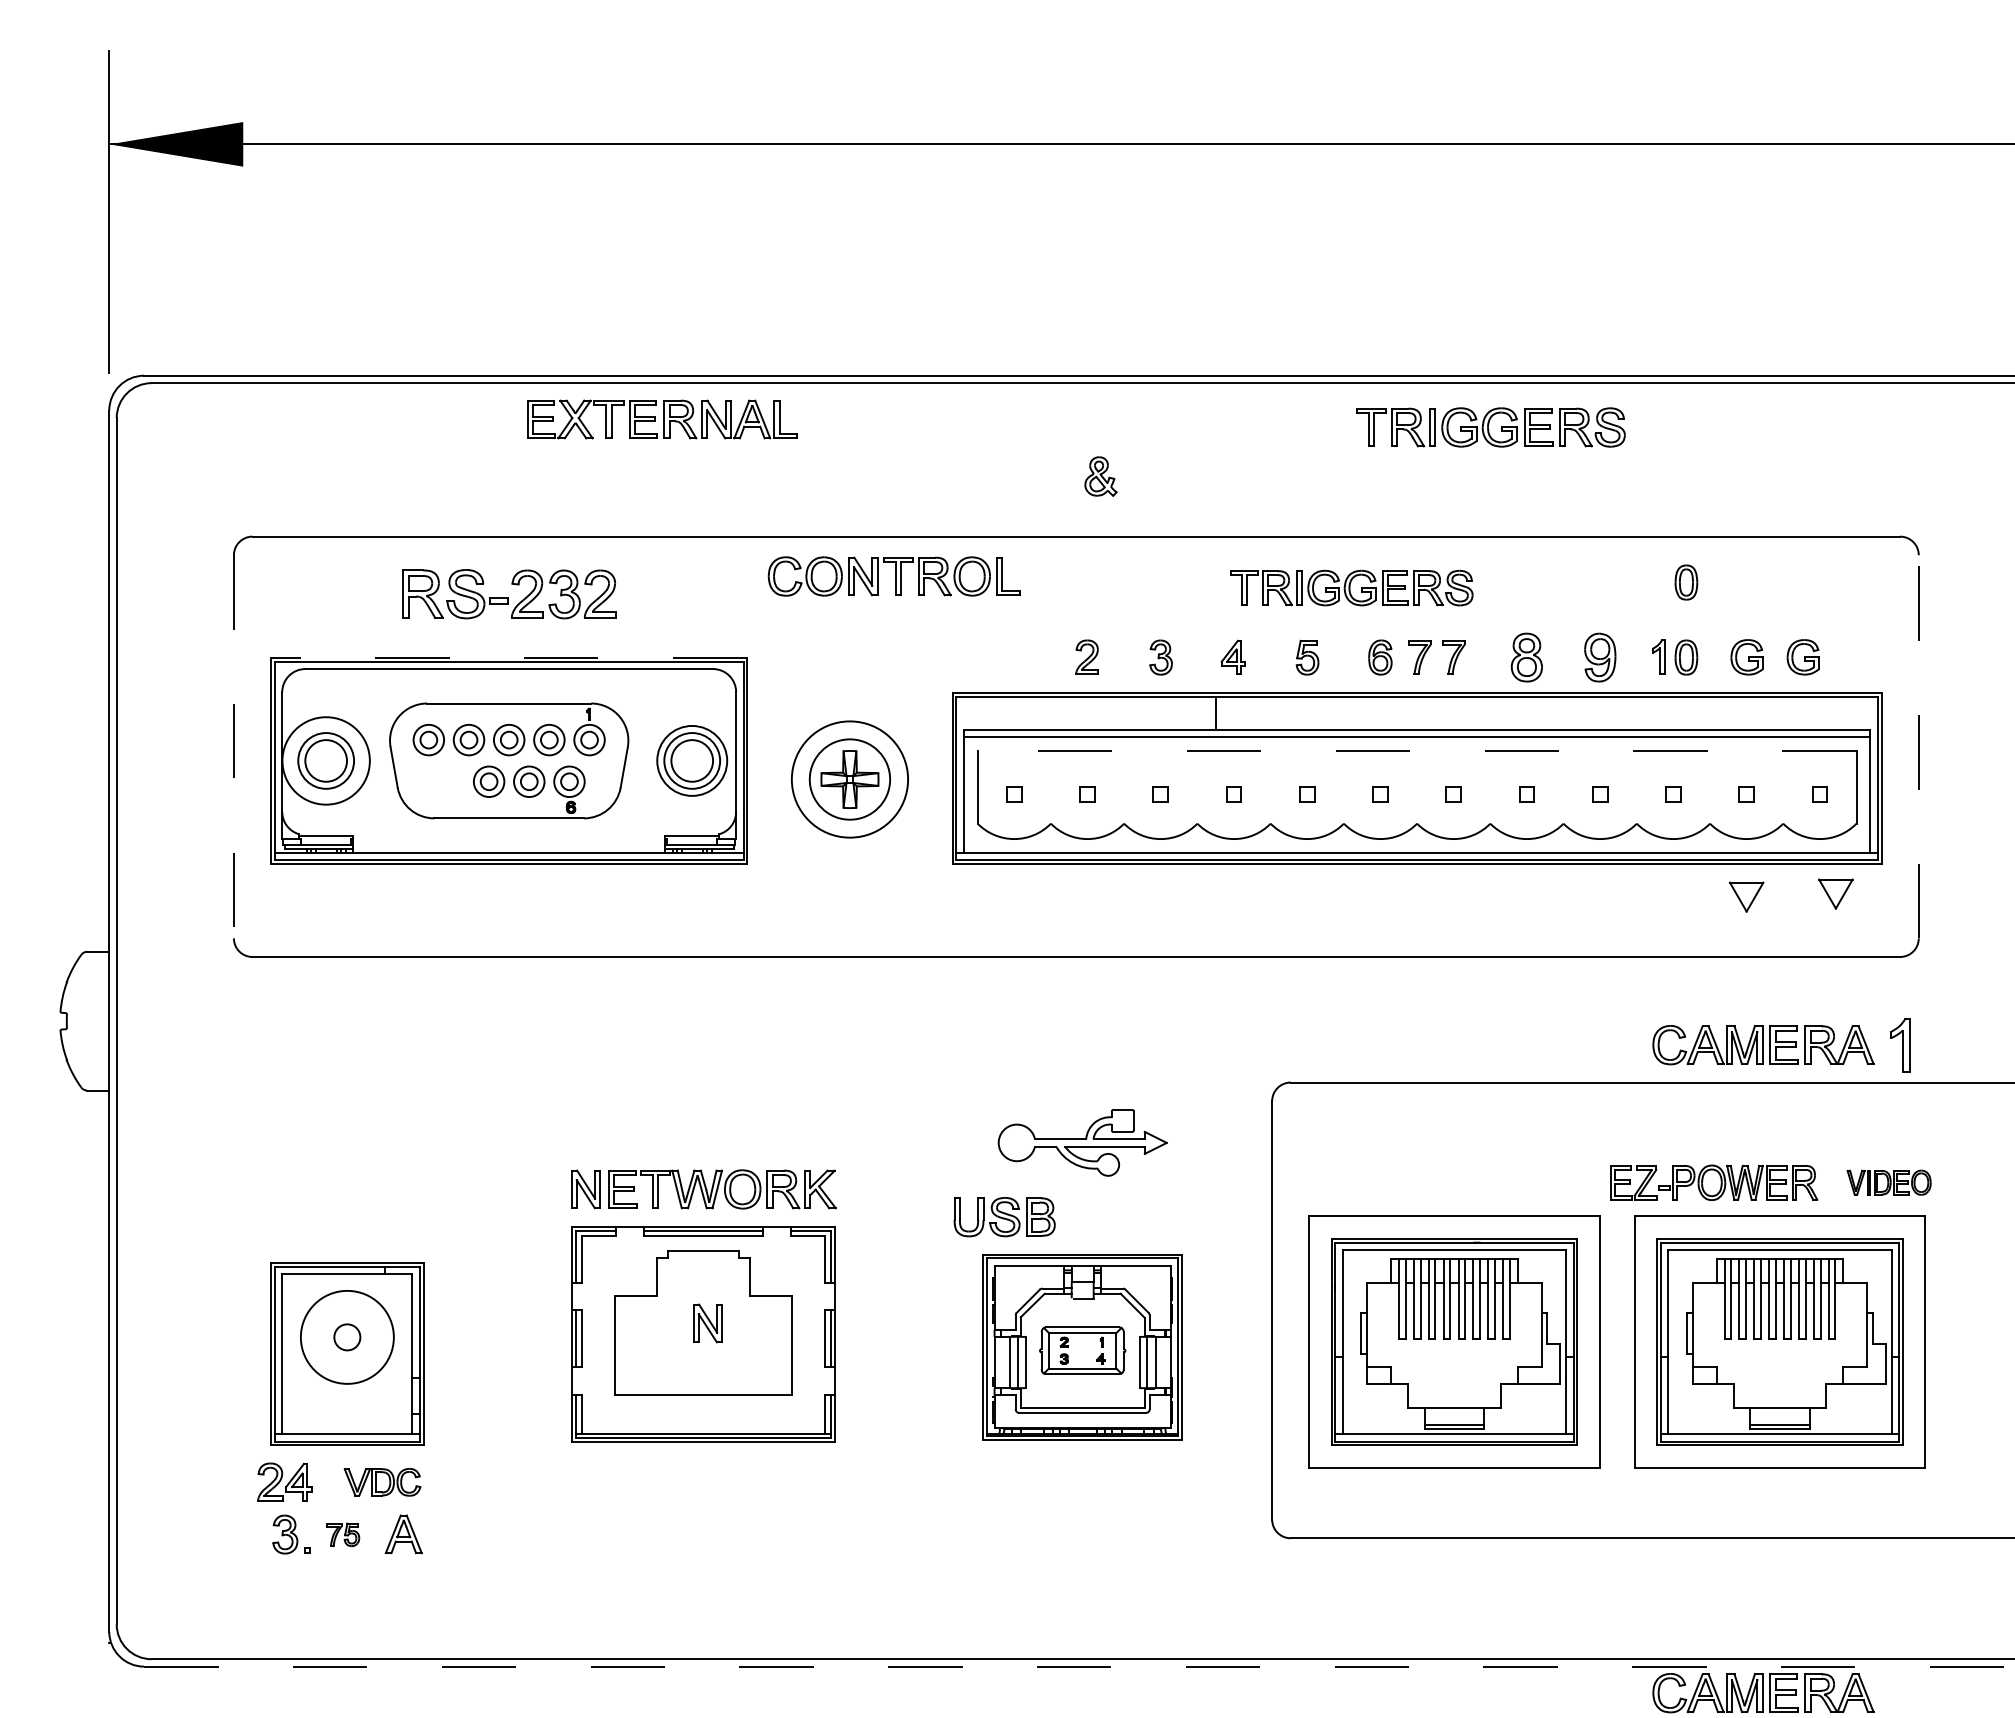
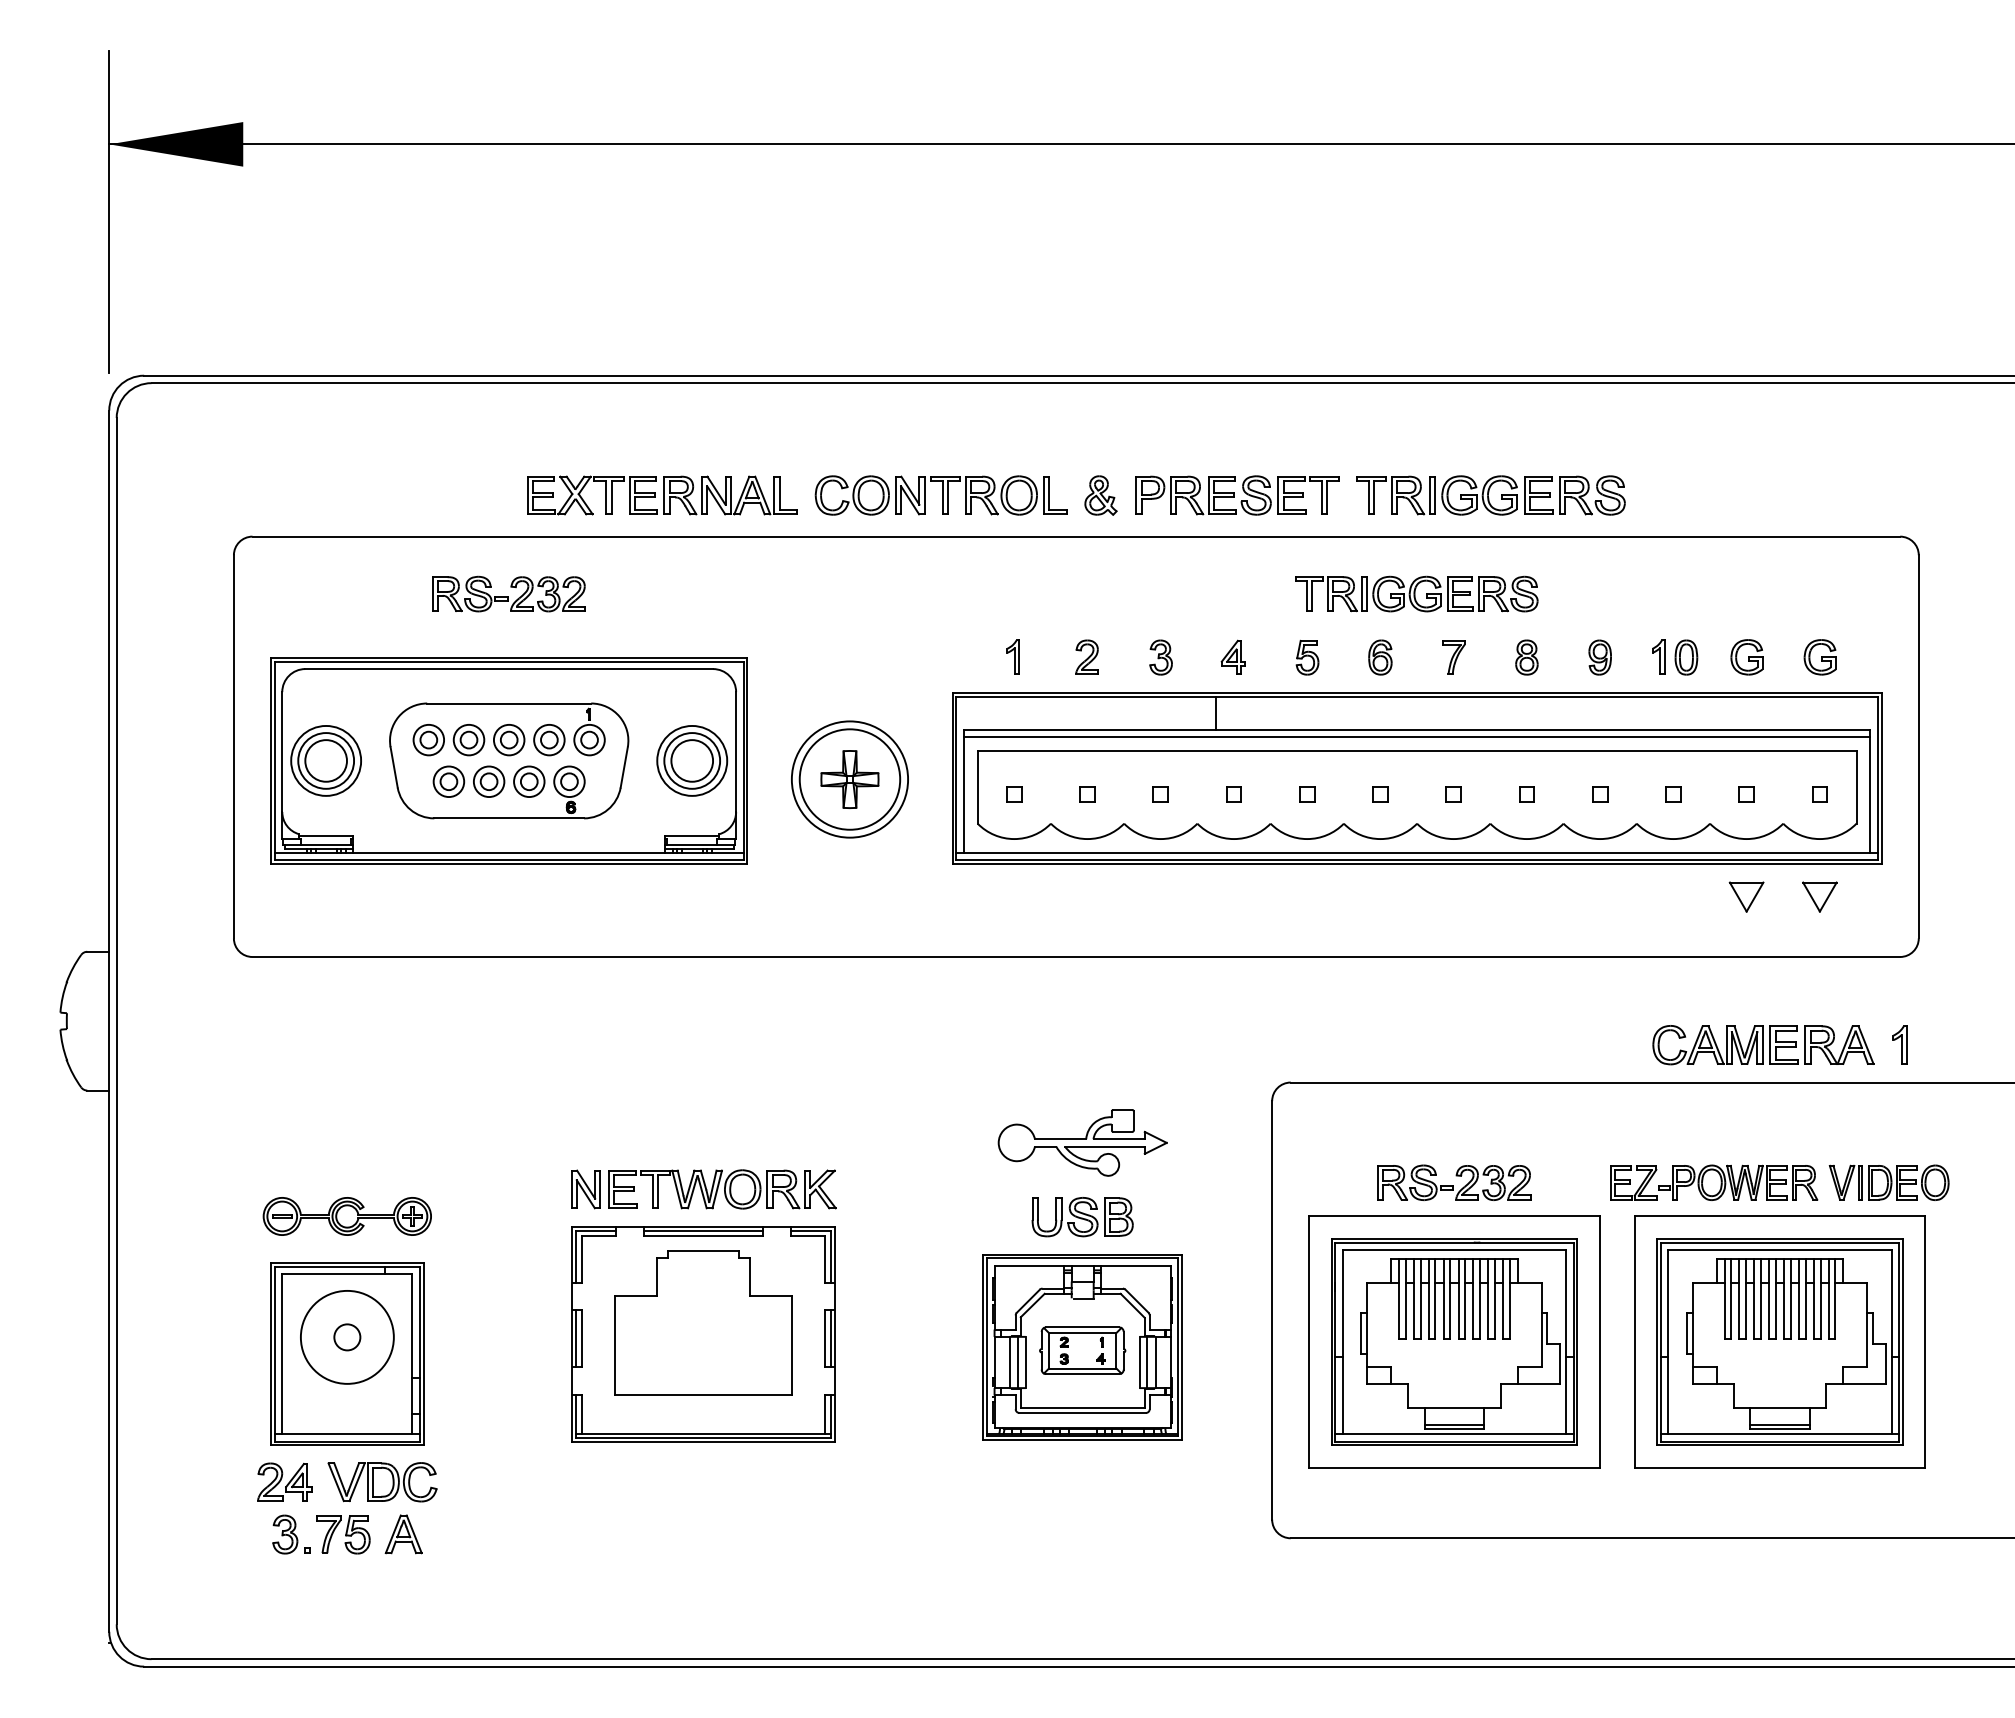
part at (662, 419) position: (662, 419) -> (662, 495)
part at (1490, 427) position: (1490, 427) -> (1490, 495)
part at (1100, 476) position: (1100, 476) -> (1100, 495)
part at (1237, 495): none -> present
part at (893, 576) position: (893, 576) -> (940, 495)
part at (1686, 582): present -> none
part at (1351, 587) position: (1351, 587) -> (1416, 593)
part at (509, 594) size: 215x51 px -> 154x38 px
part at (1012, 656): none -> present
line at (508, 657): dashed -> solid
part at (1419, 657): present -> none
part at (1526, 657) size: 33x51 px -> 24x37 px
part at (1600, 657) size: 33x51 px -> 24x37 px
part at (1802, 657) position: (1802, 657) -> (1819, 657)
line at (233, 746): dashed -> solid
line at (1918, 746): dashed -> solid
line at (1416, 751): dashed -> solid
circle at (325, 760) diameter: 87 px -> 70 px
circle at (849, 779) diameter: 80 px -> 100 px
part at (448, 781): none -> present
part at (1835, 893) position: (1835, 893) -> (1819, 896)
part at (1900, 1045) size: 21x55 px -> 16x40 px
part at (1454, 1182): none -> present
part at (1888, 1182) size: 86x27 px -> 122x37 px
part at (346, 1216): none -> present
part at (1004, 1217) position: (1004, 1217) -> (1082, 1217)
part at (707, 1323): present -> none
part at (382, 1482) size: 79x29 px -> 111x41 px
part at (343, 1534) size: 35x25 px -> 55x40 px
line at (1079, 1666): dashed -> solid
part at (1763, 1693): present -> none
